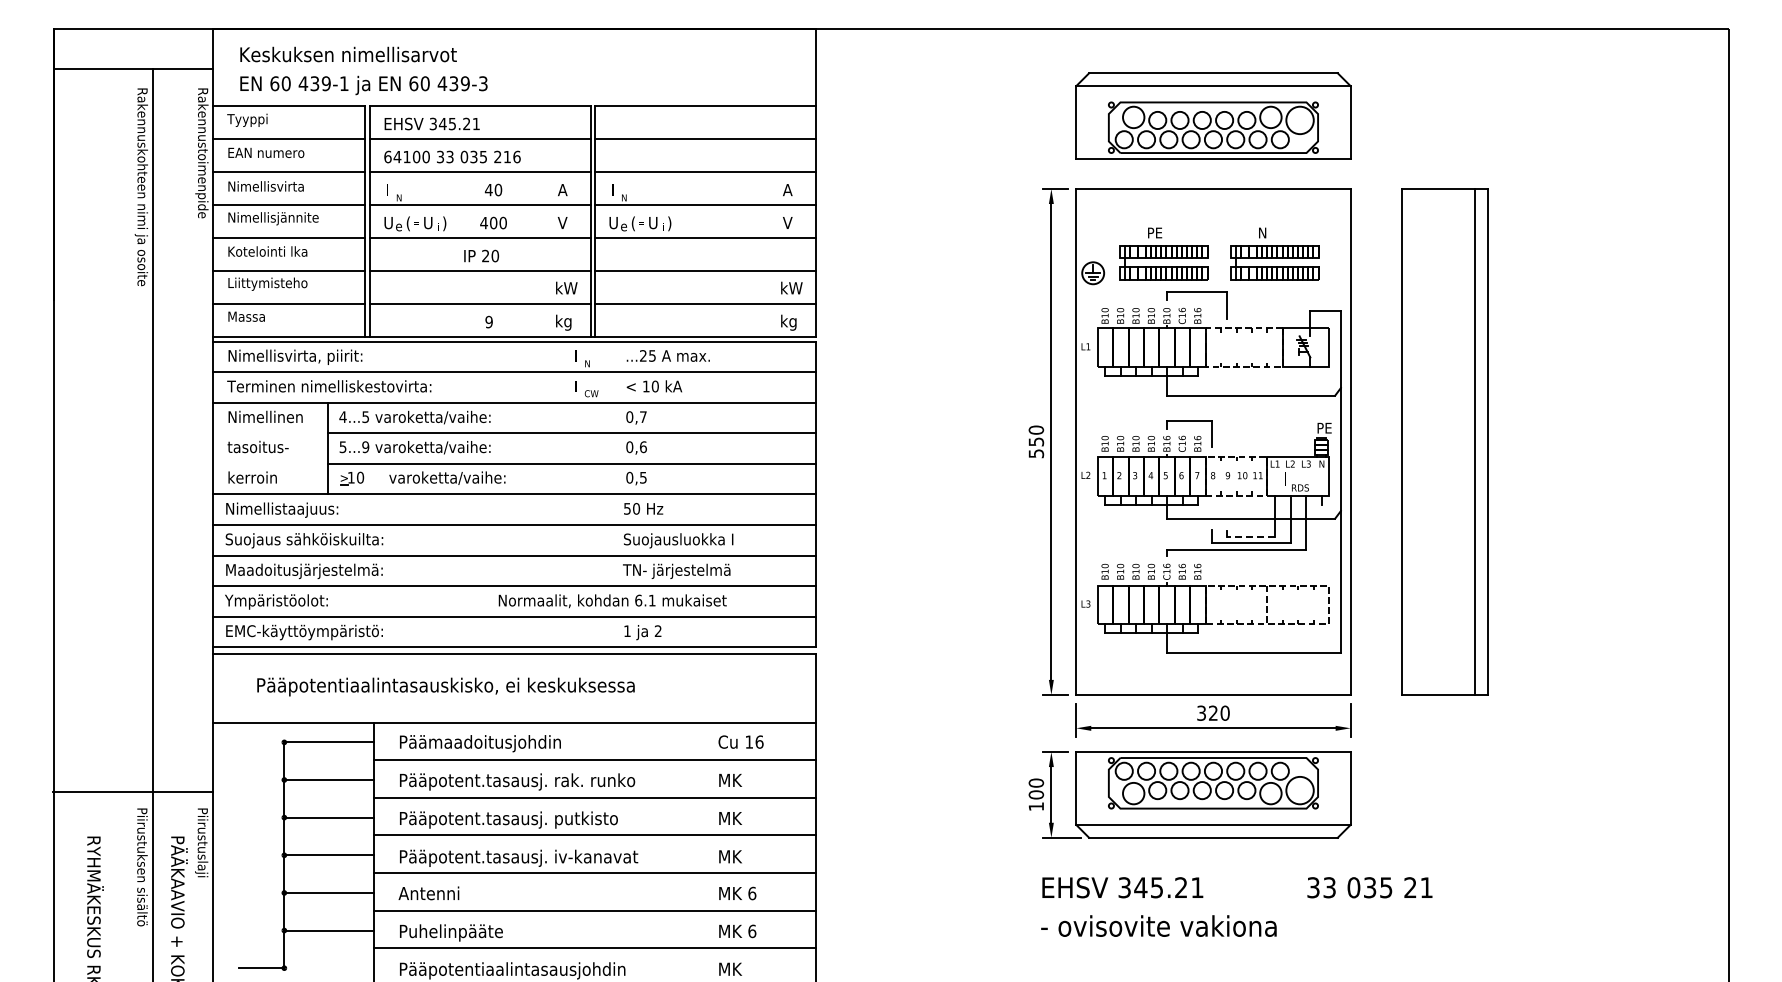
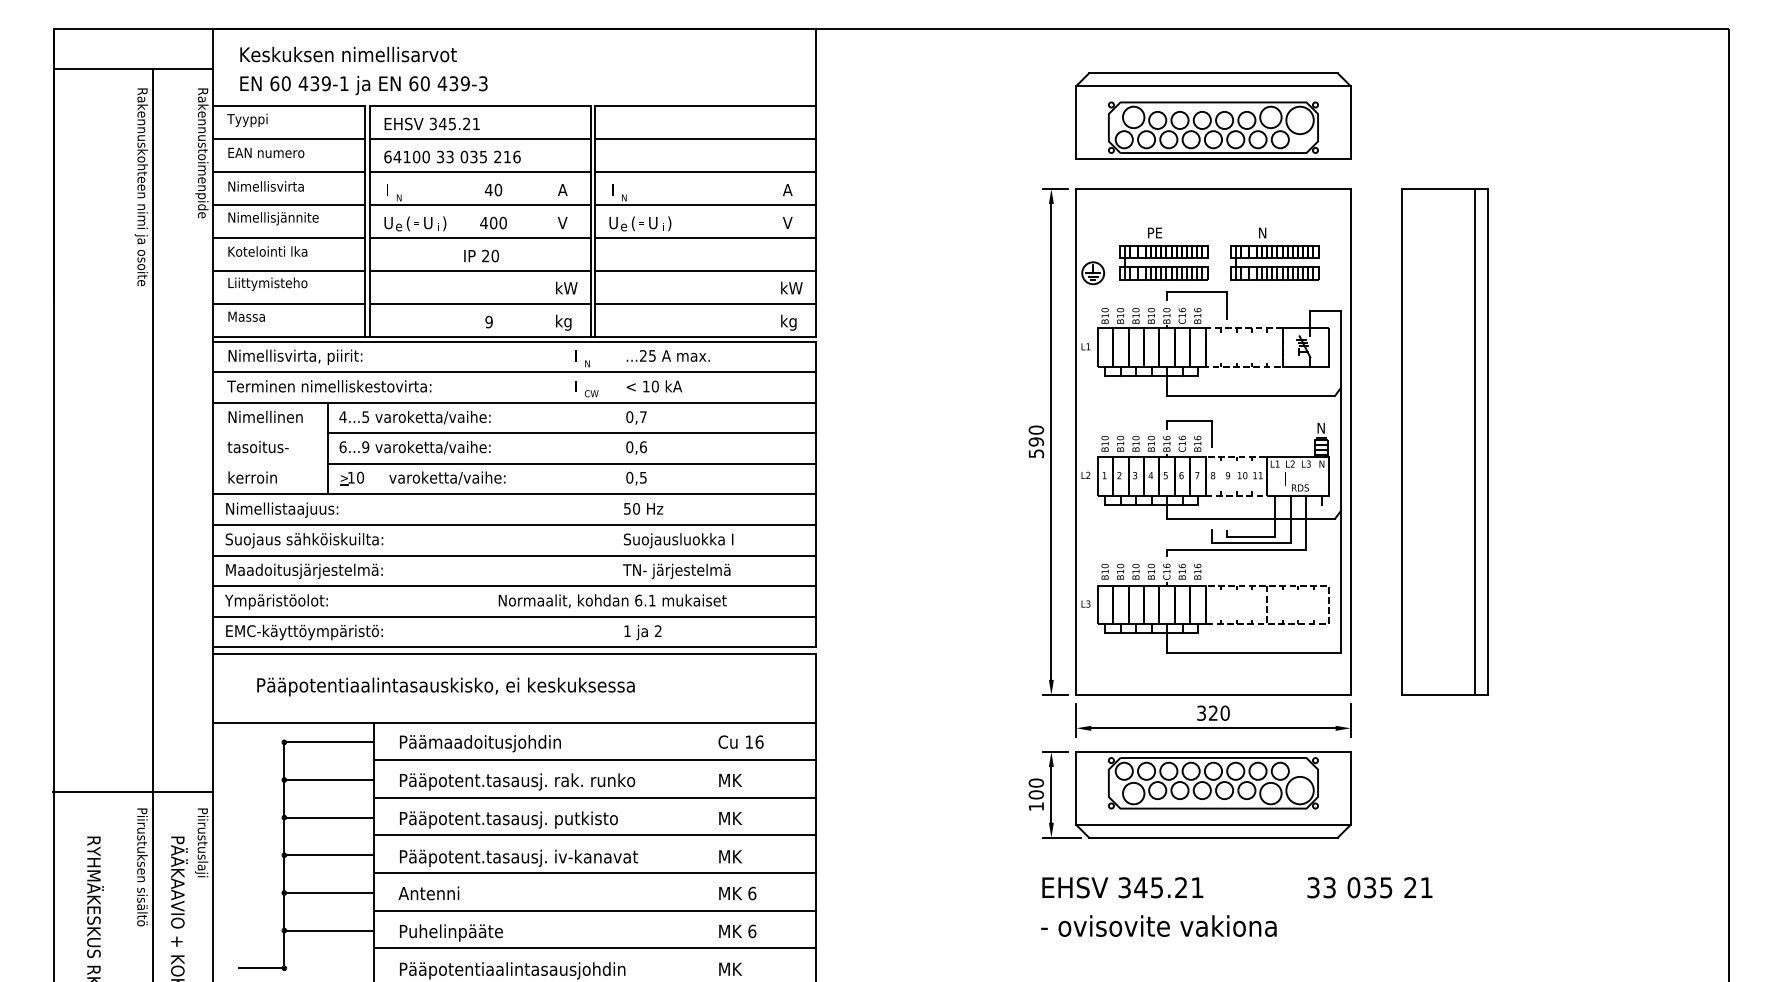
text at (1324, 427): PE -> N
text at (1035, 441): 550 -> 590
text at (342, 447): 5...9 -> 6...9
line at (1250, 536): dashed -> solid
